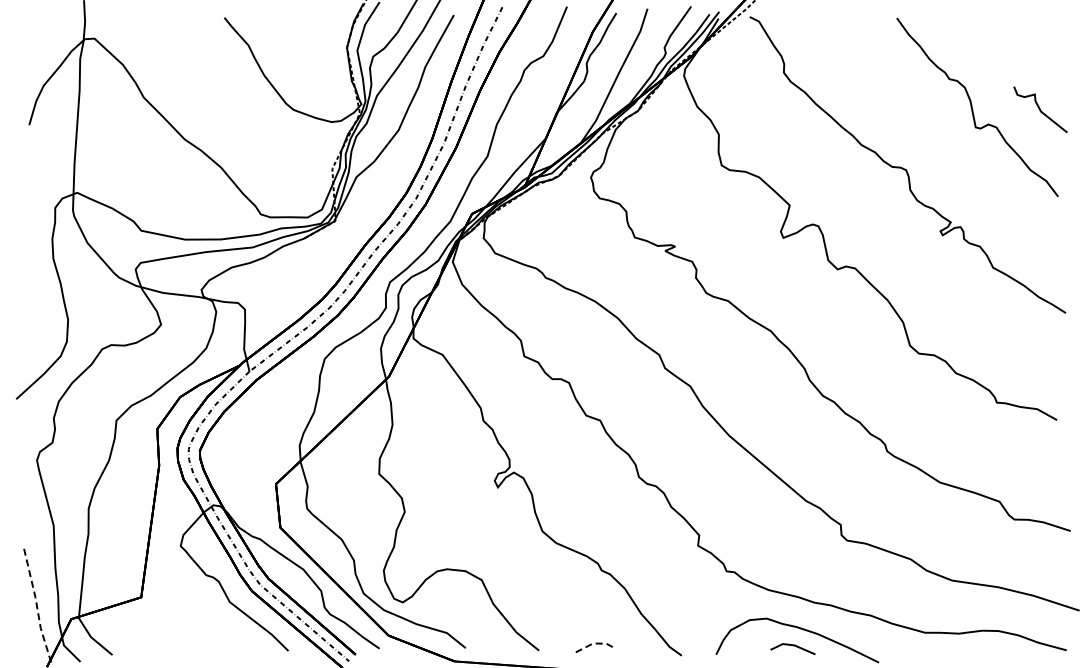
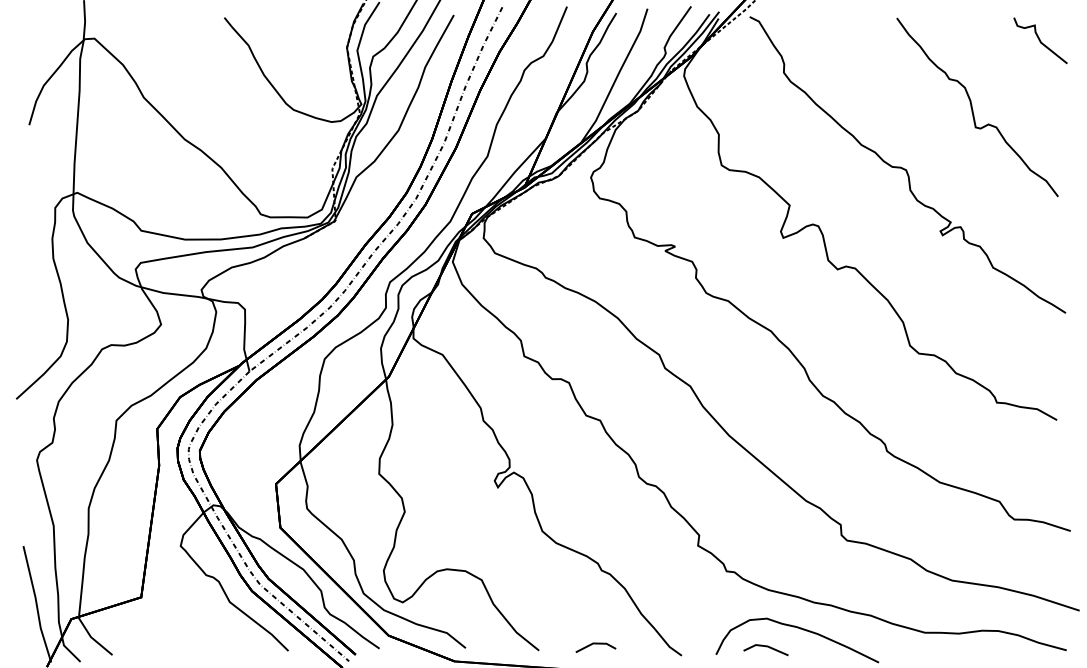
curve at (1040, 109) position: (1040, 109) -> (1040, 40)
line at (36, 603): dashed -> solid
line at (596, 643): dashed -> solid
line at (792, 646) position: (792, 646) -> (765, 647)
